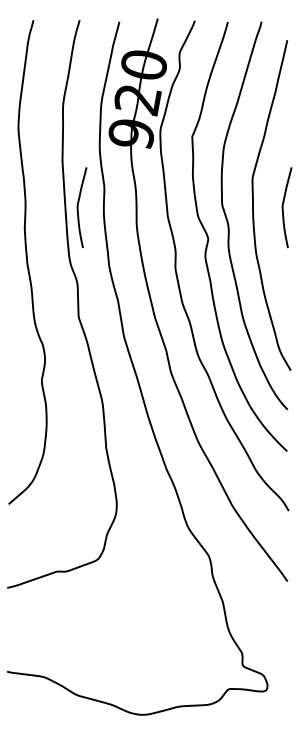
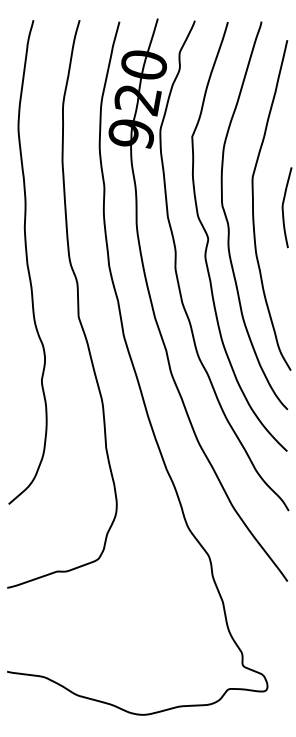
curve at (78, 207): present -> none
